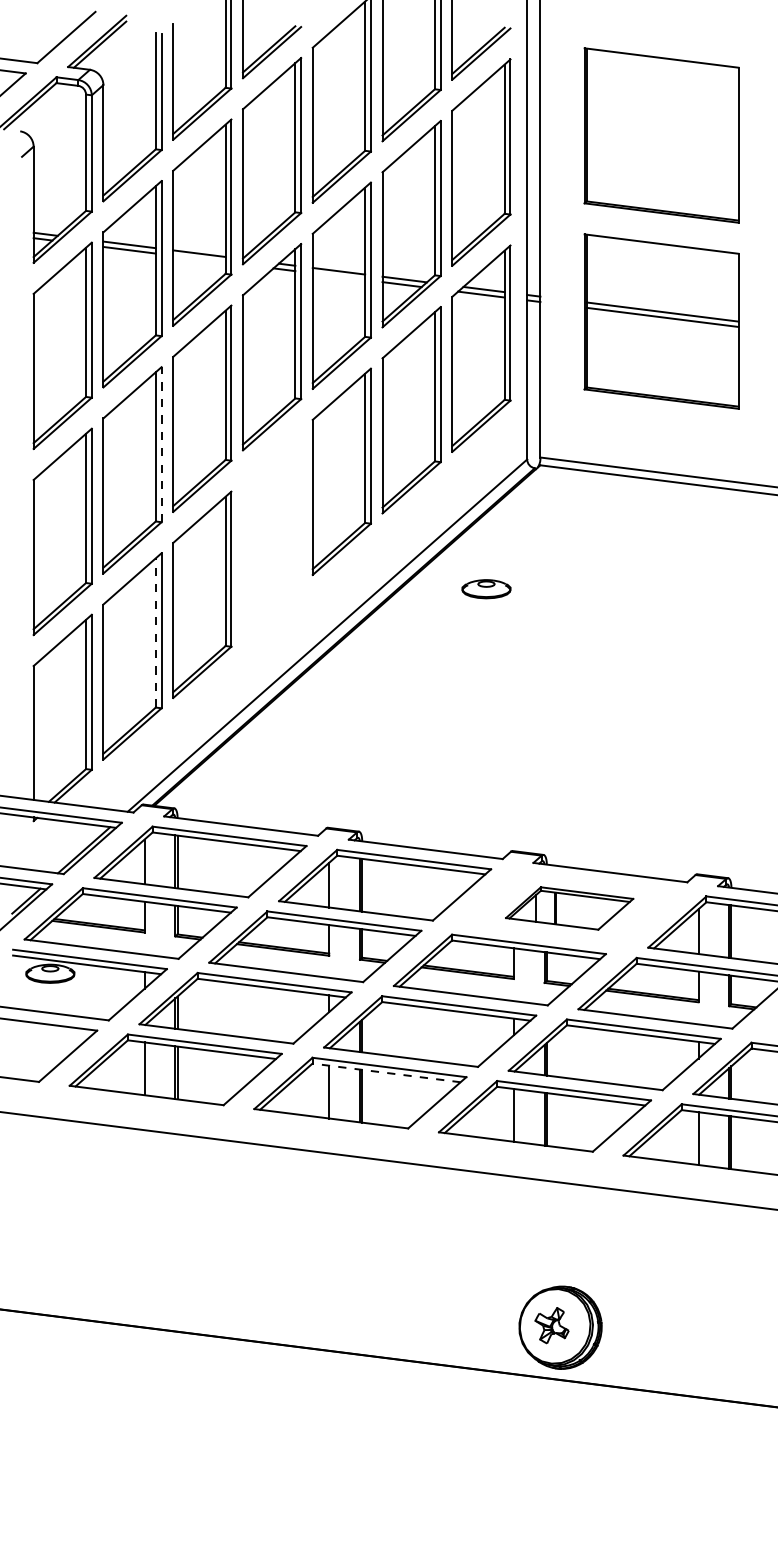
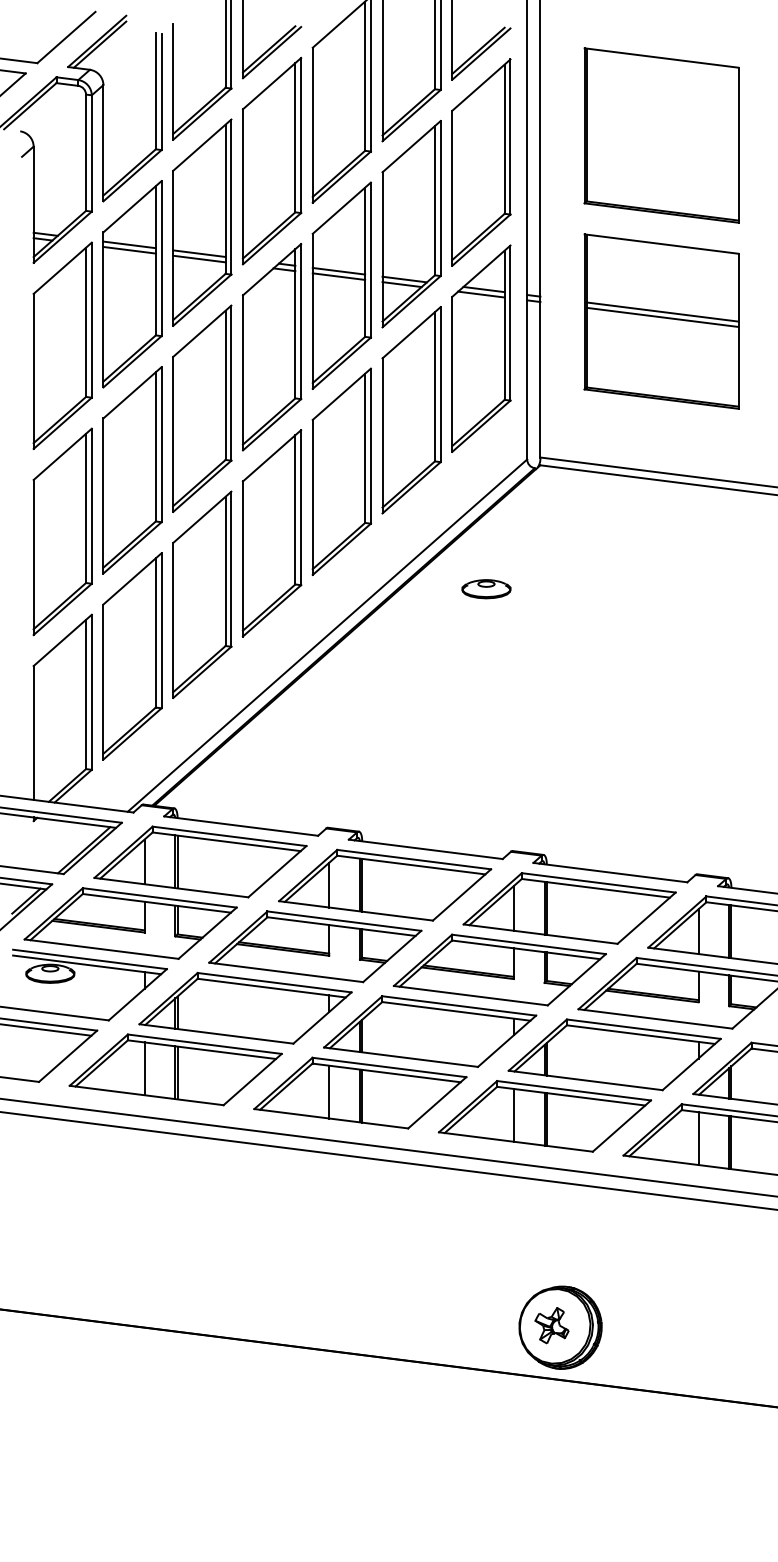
line at (199, 258): none -> present
line at (338, 276): none -> present
line at (161, 444): dashed -> solid
part at (271, 533): none -> present
line at (155, 632): dashed -> solid
part at (569, 908) size: 130x45 px -> 215x73 px
line at (46, 1029): none -> present
line at (386, 1072): dashed -> solid
line at (388, 1147): none -> present
